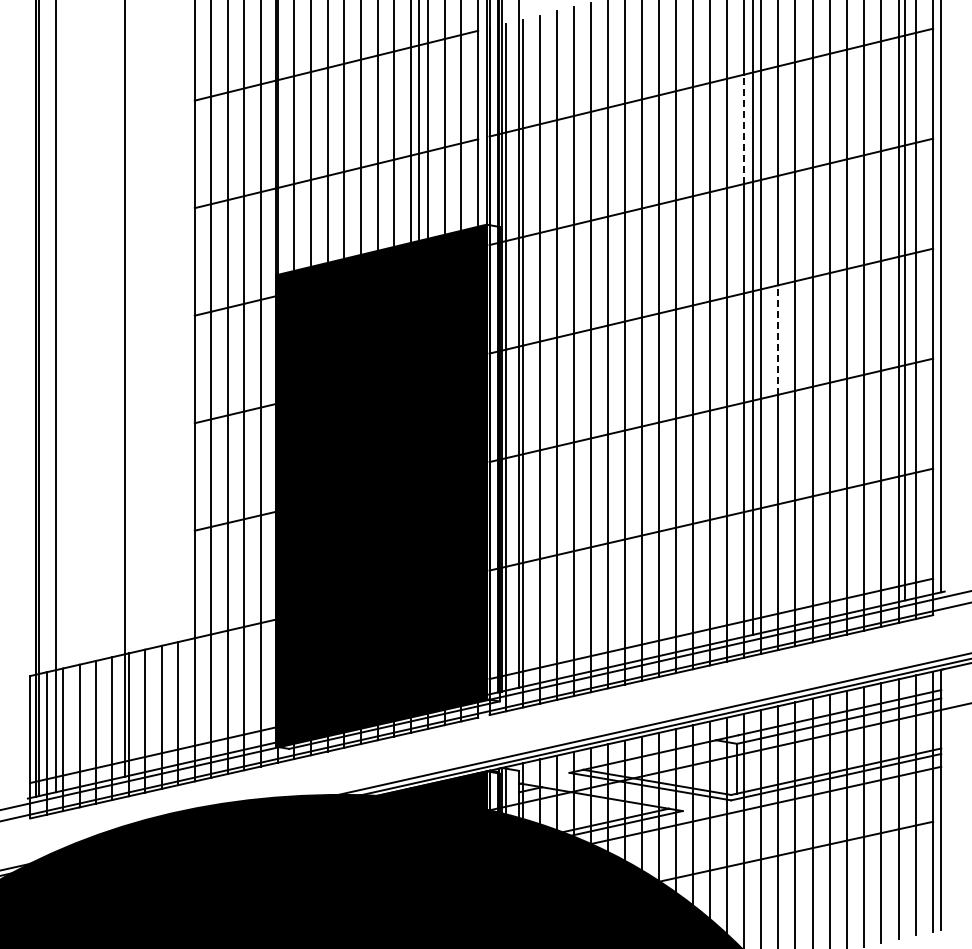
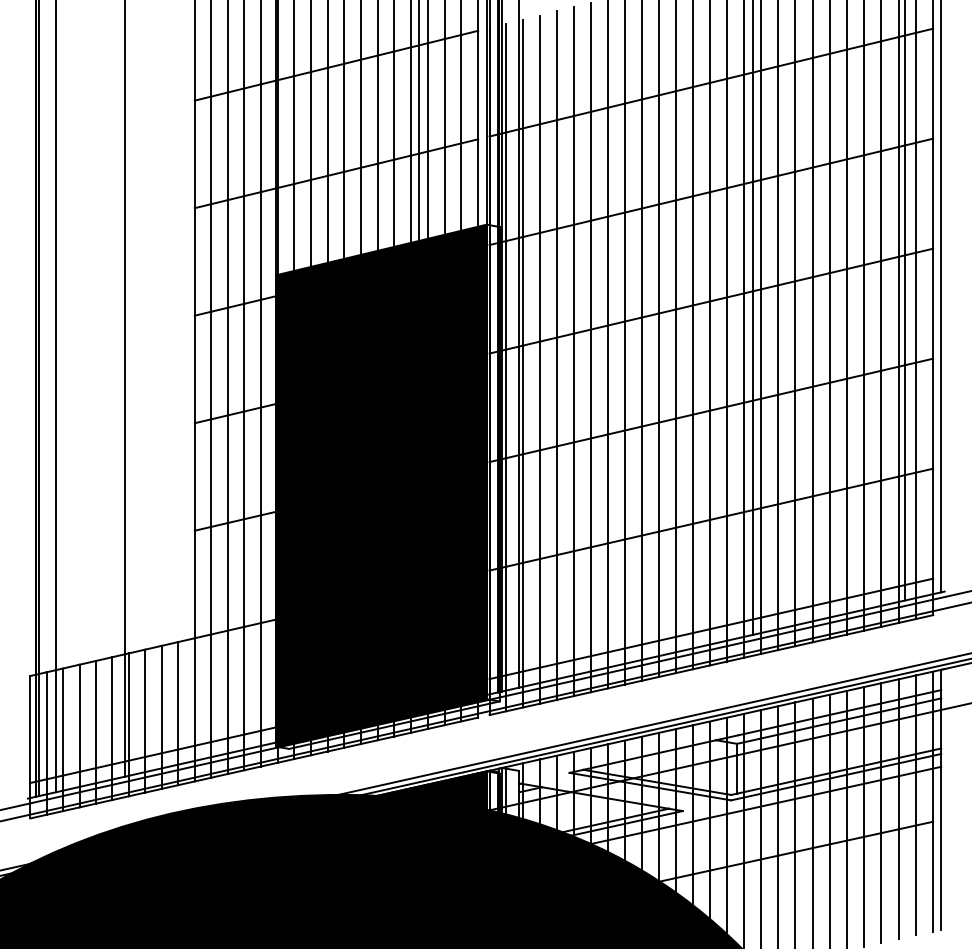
line at (744, 129): dashed -> solid
line at (778, 340): dashed -> solid
